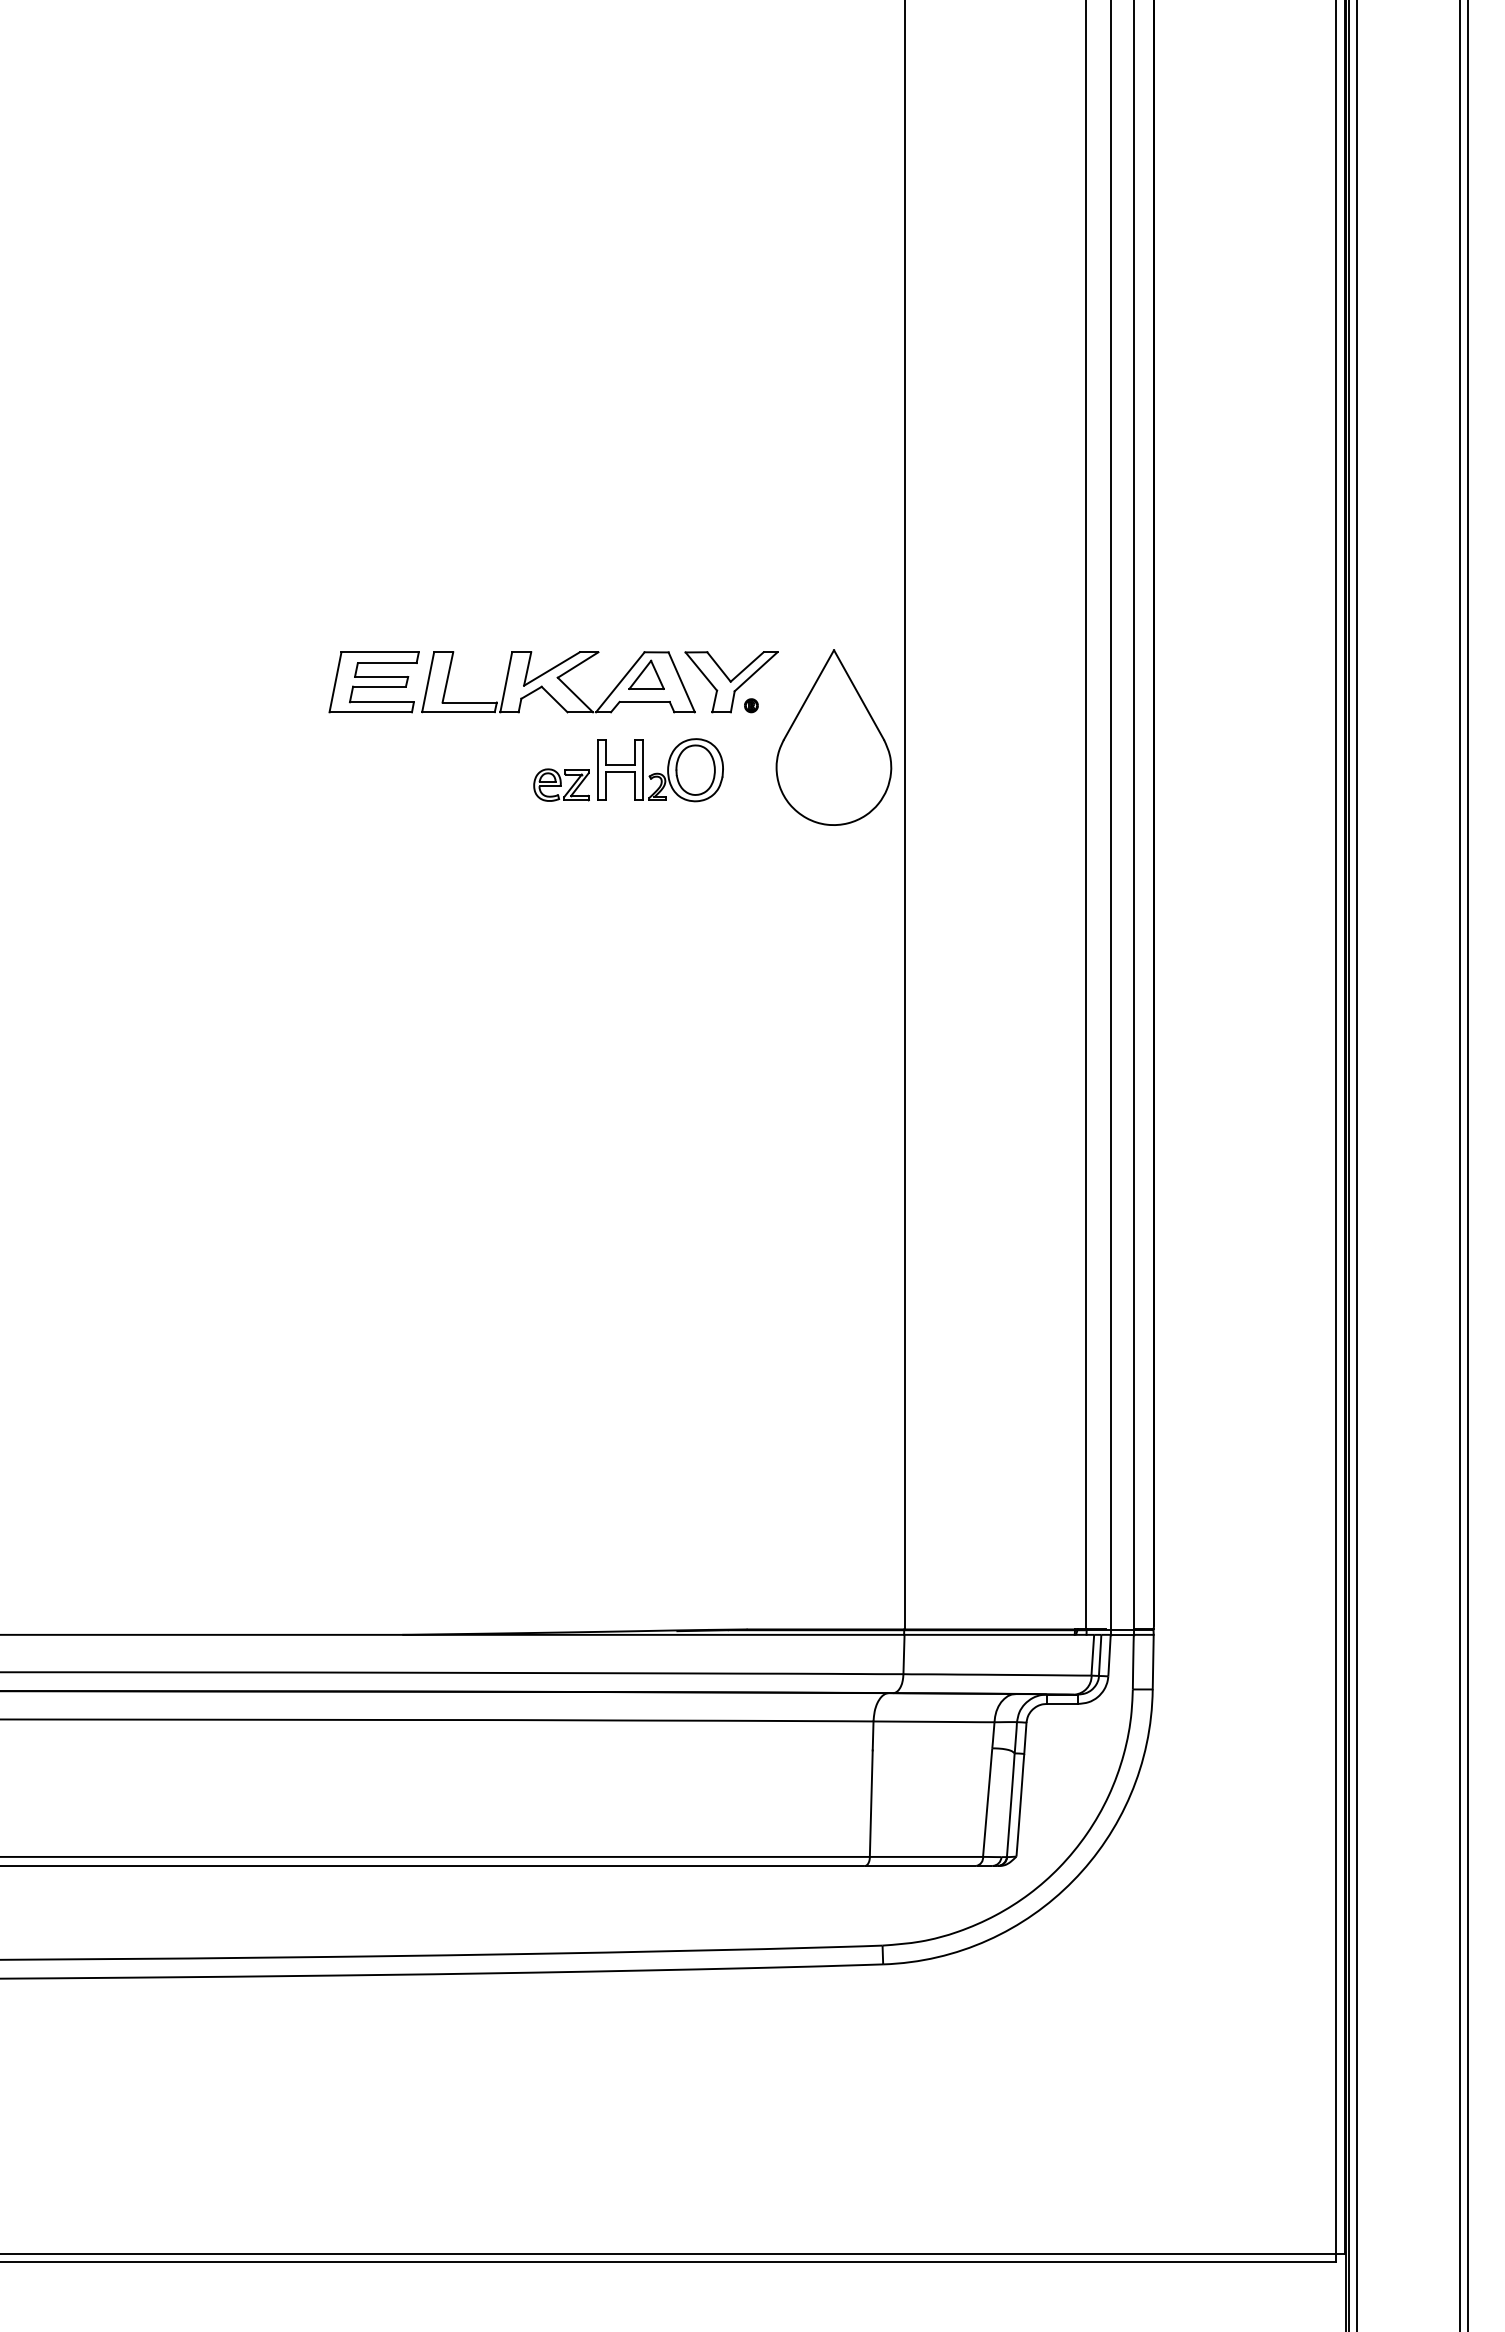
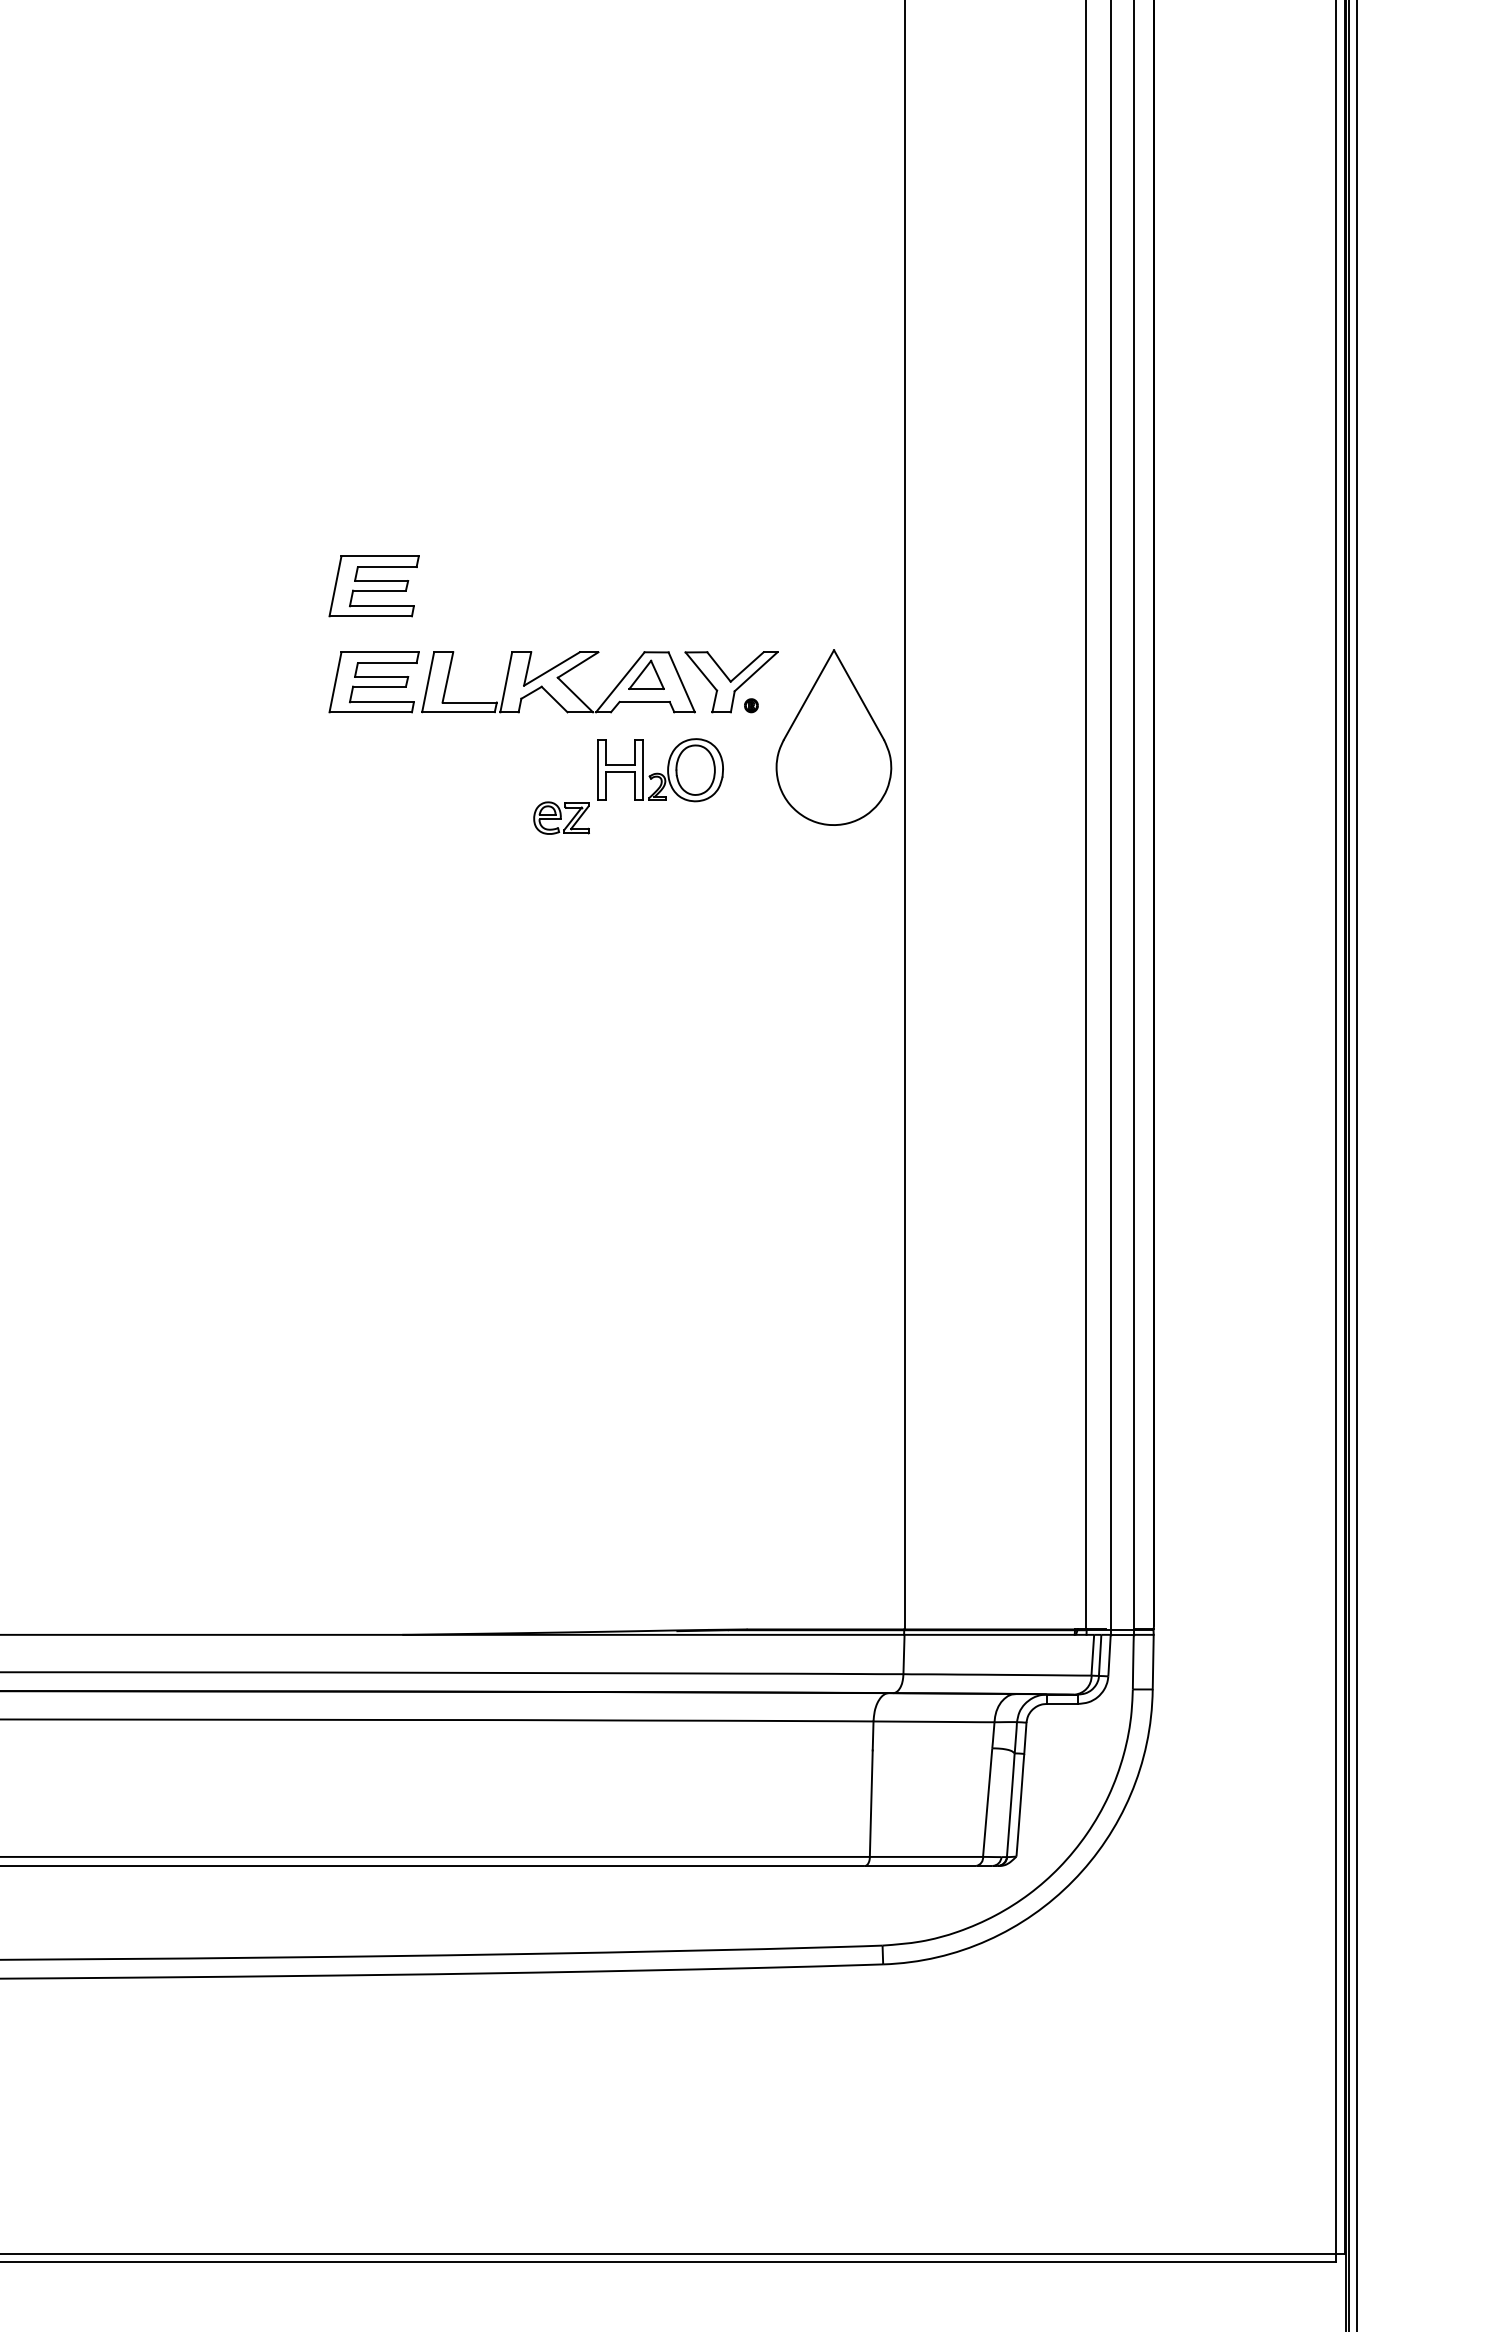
part at (373, 586): none -> present
part at (561, 784) position: (561, 784) -> (561, 817)
line at (1459, 1165): present -> none
line at (1467, 1165): present -> none
